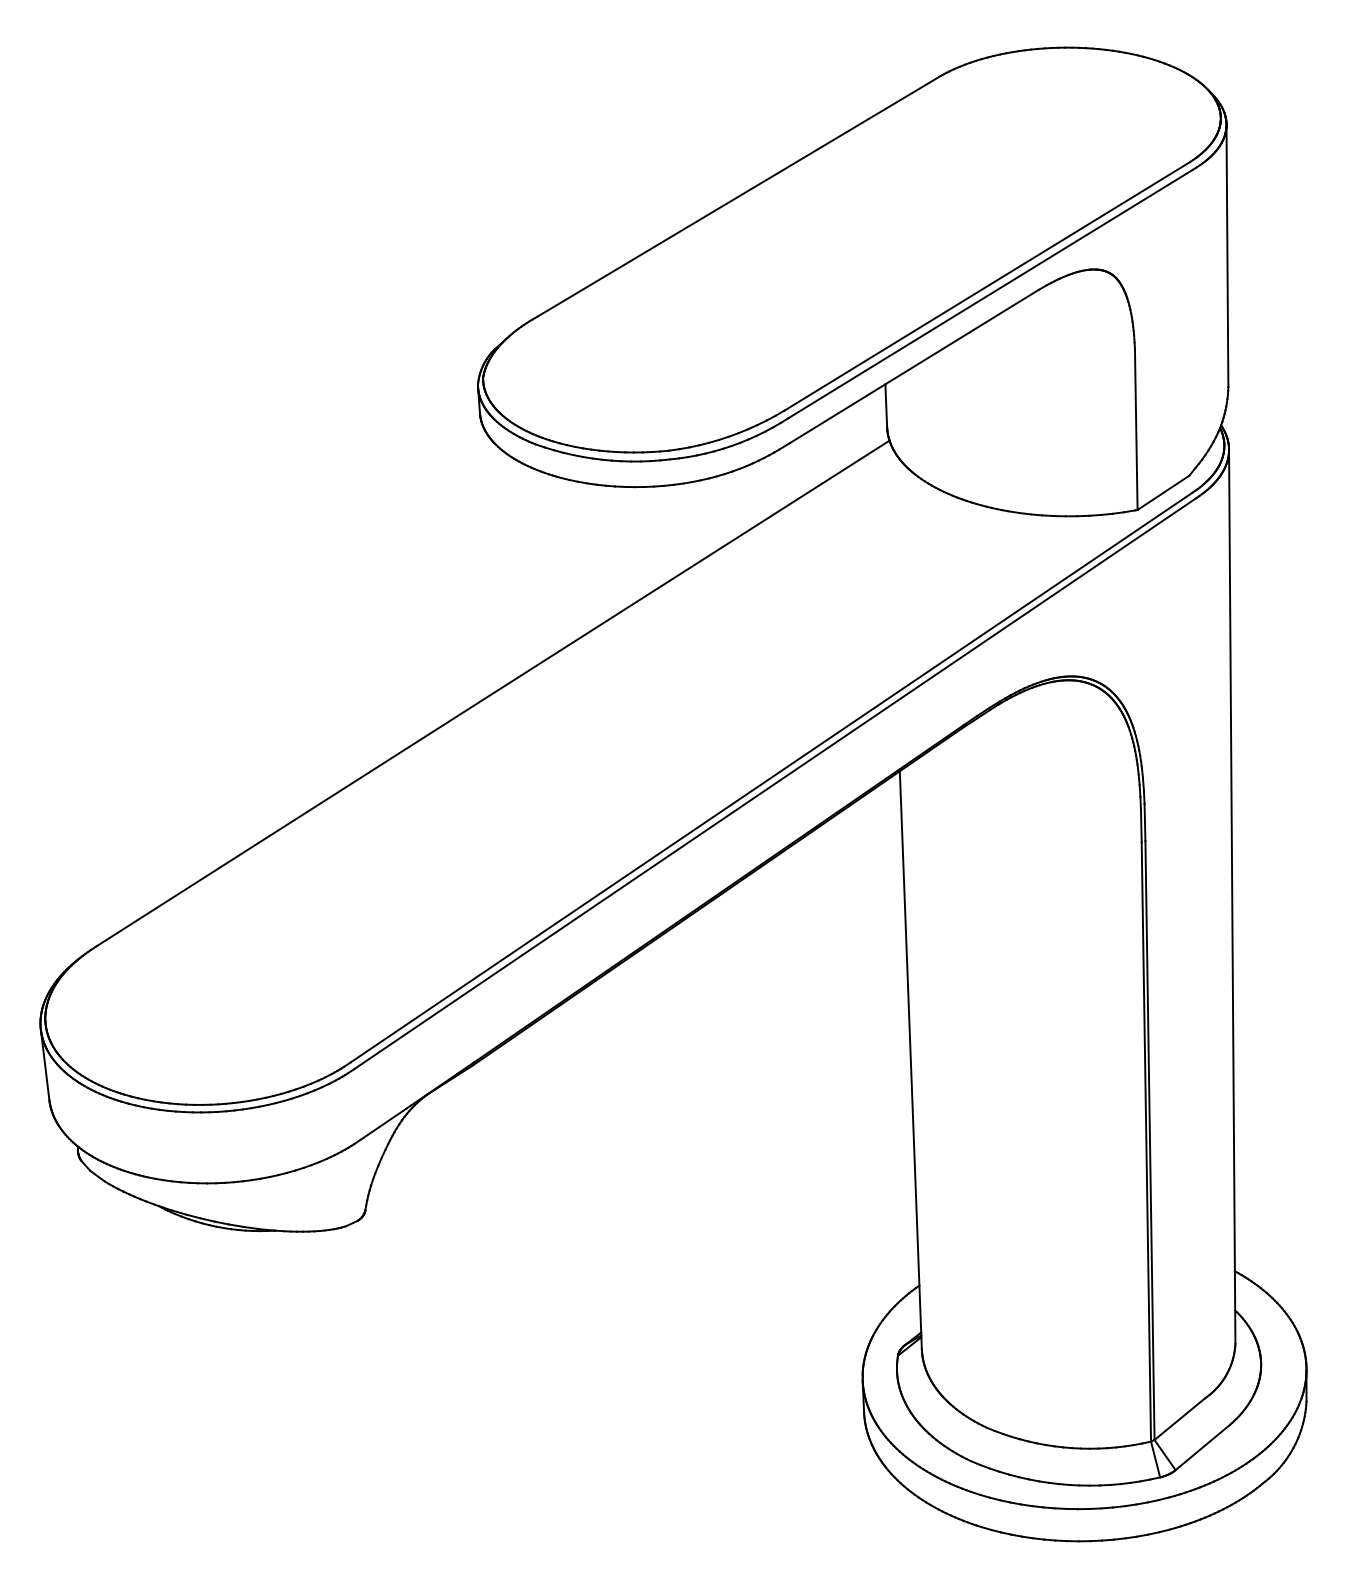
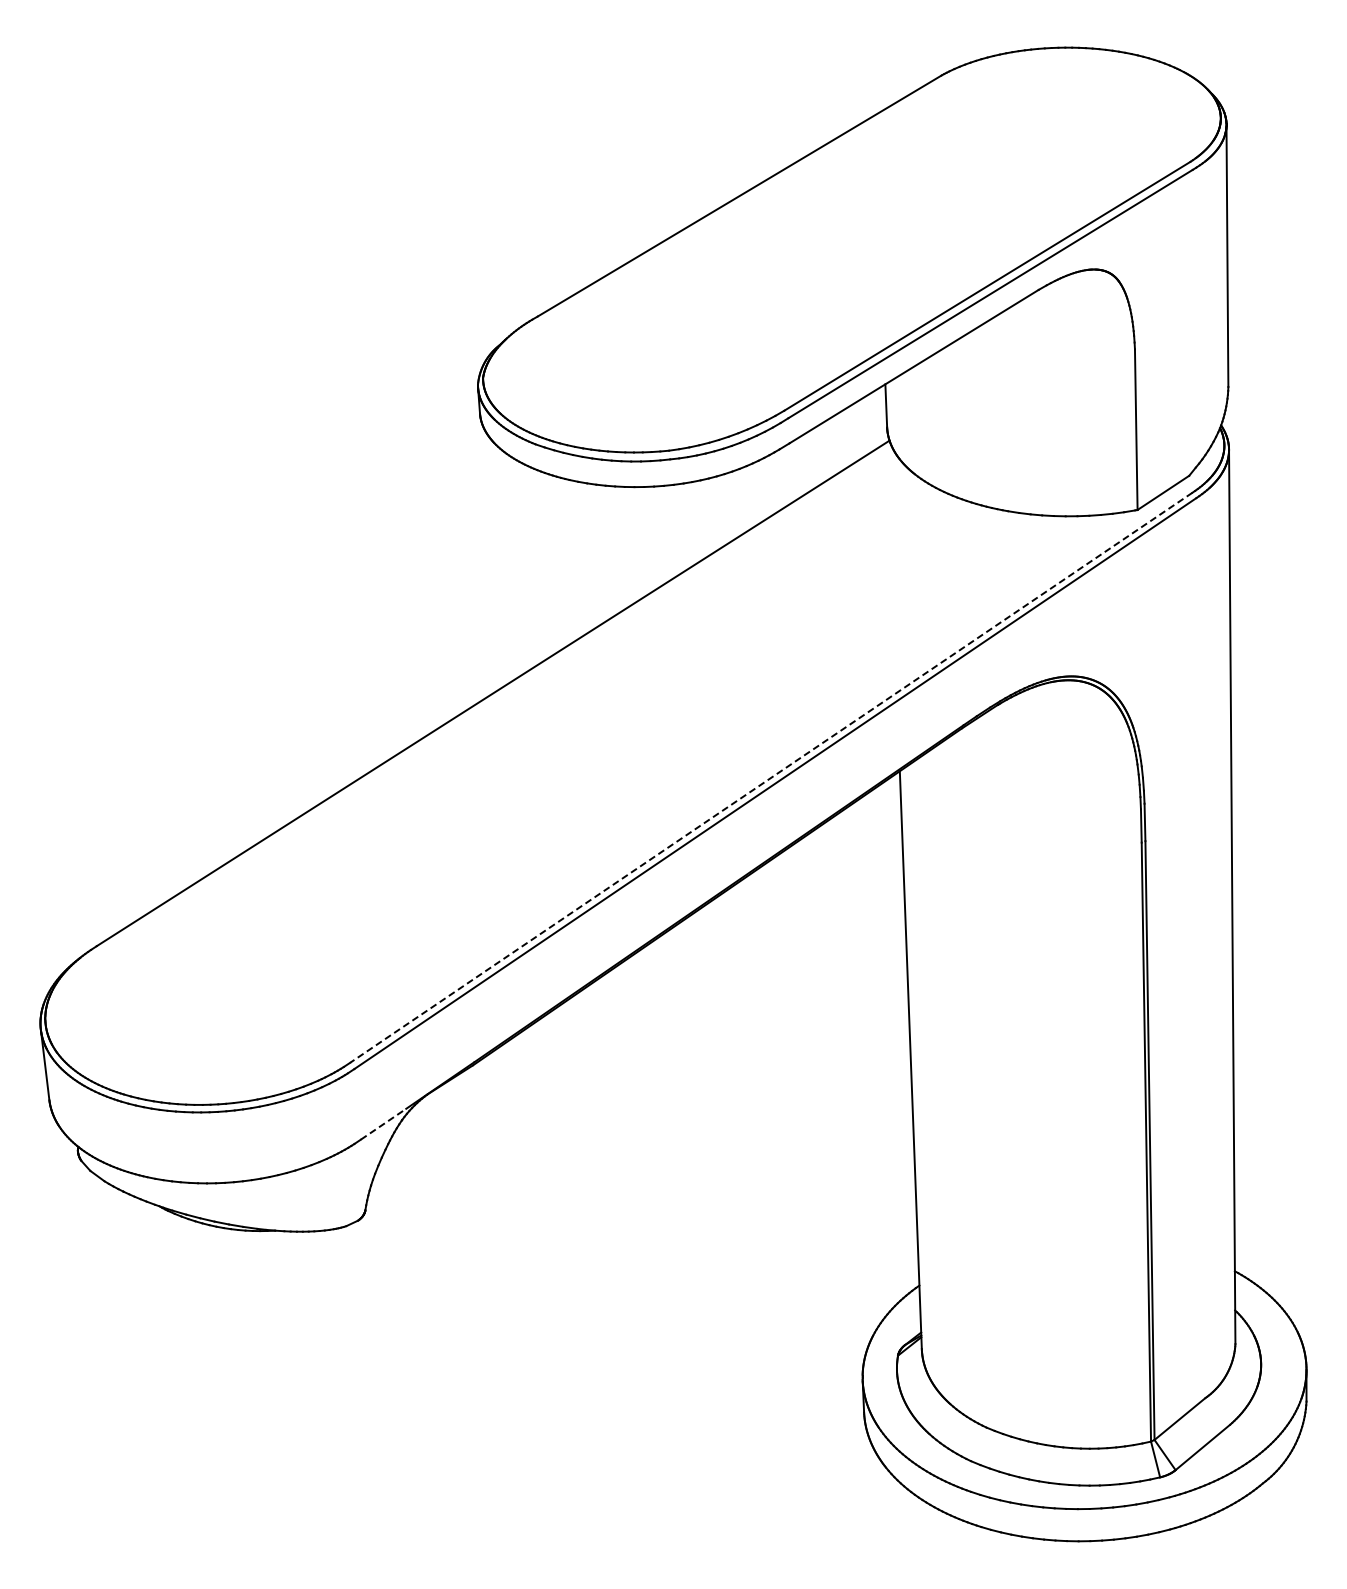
line at (771, 777): solid -> dashed
line at (383, 1123): solid -> dashed
